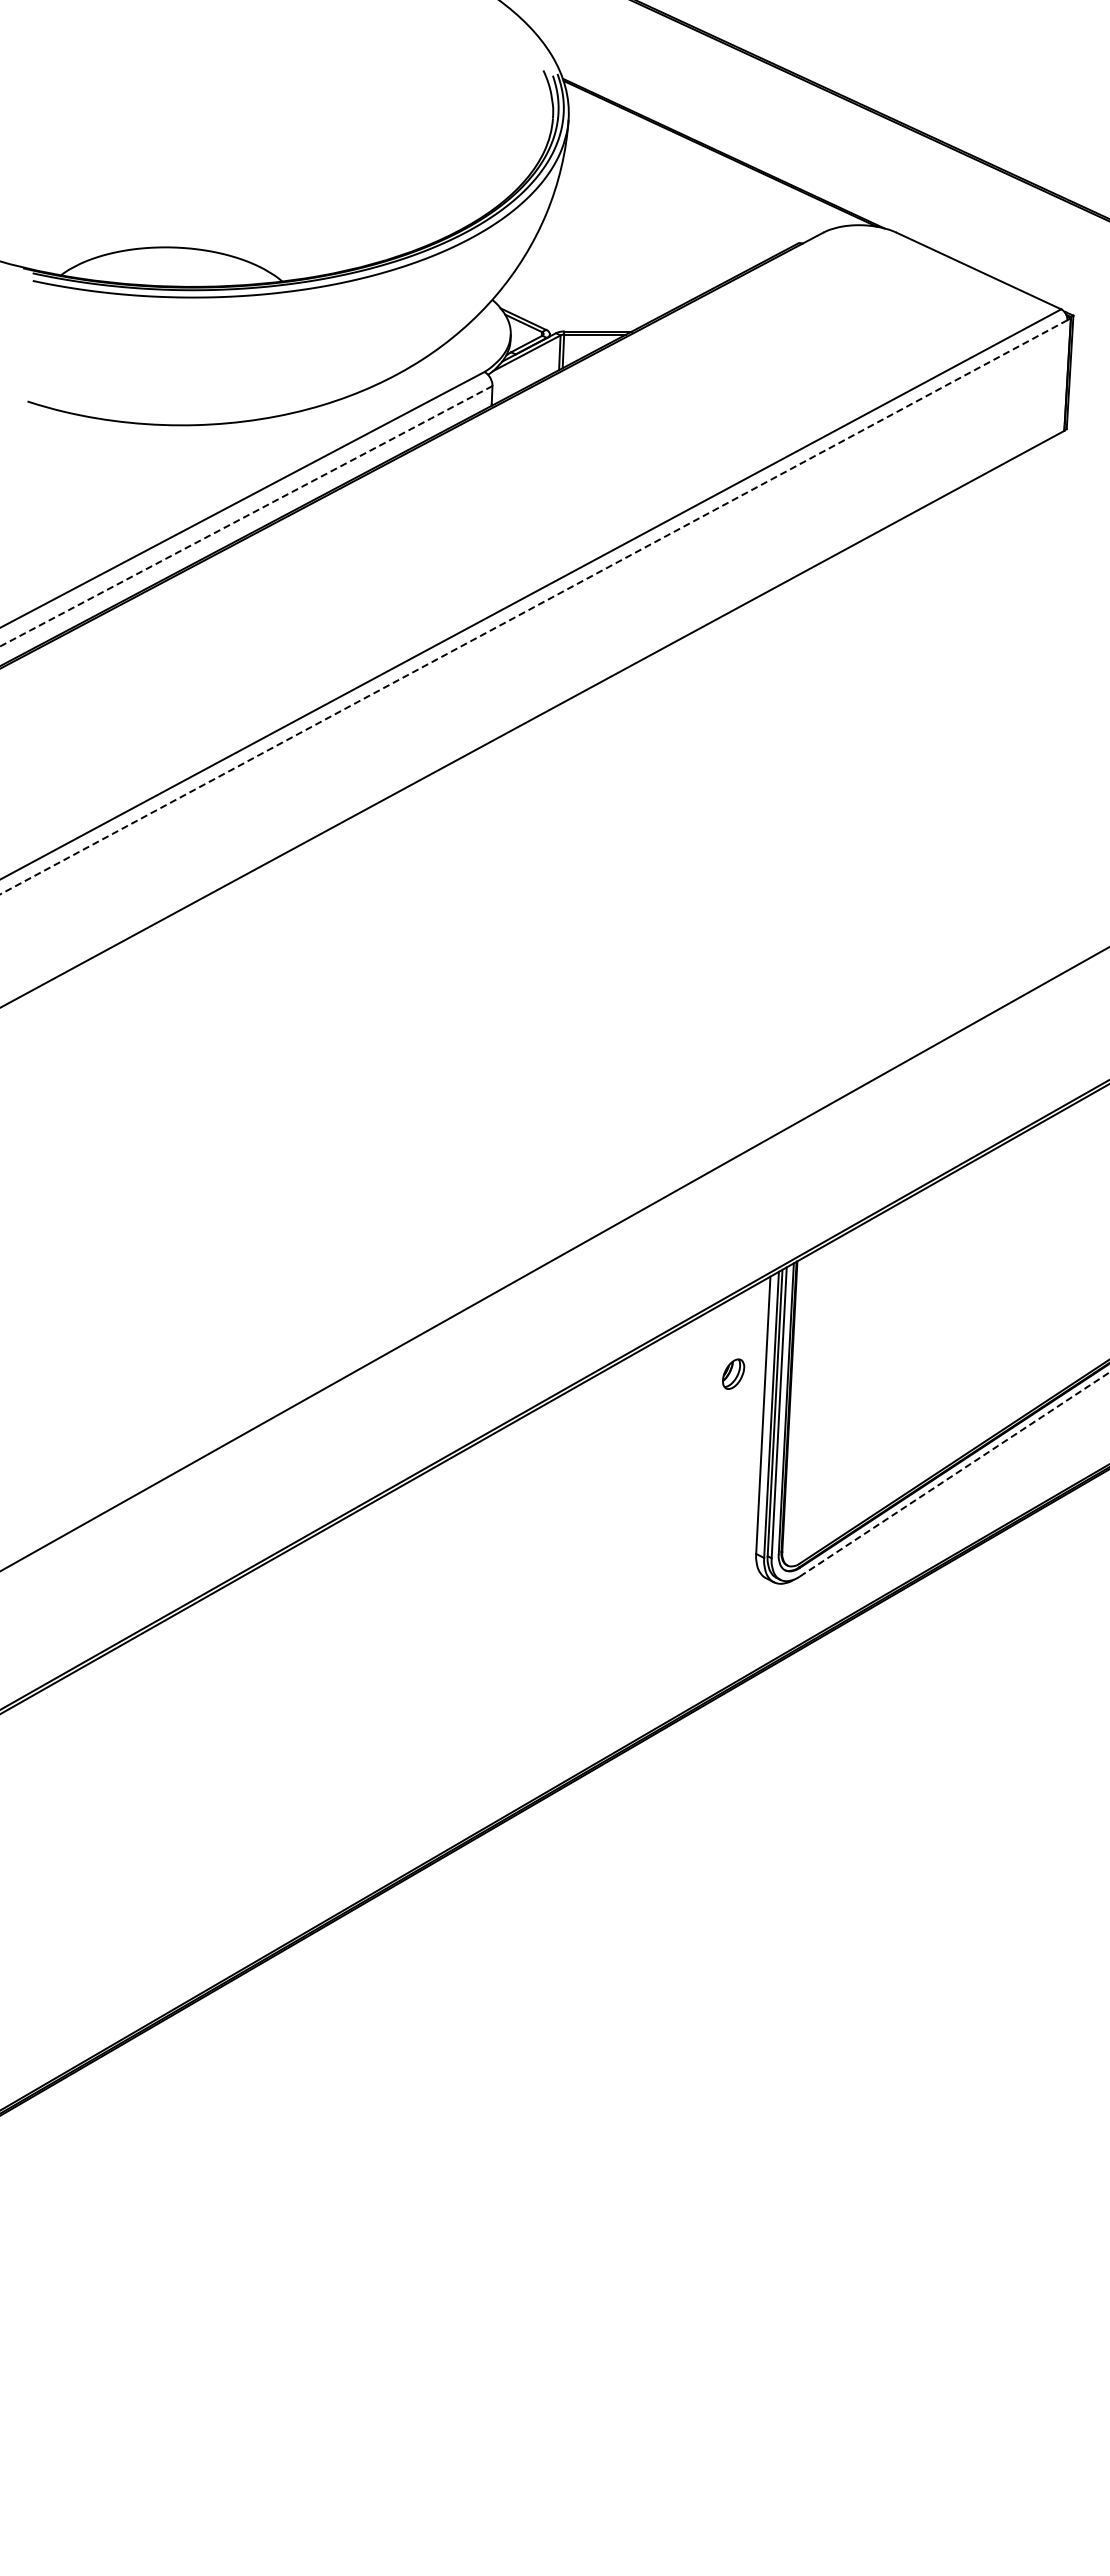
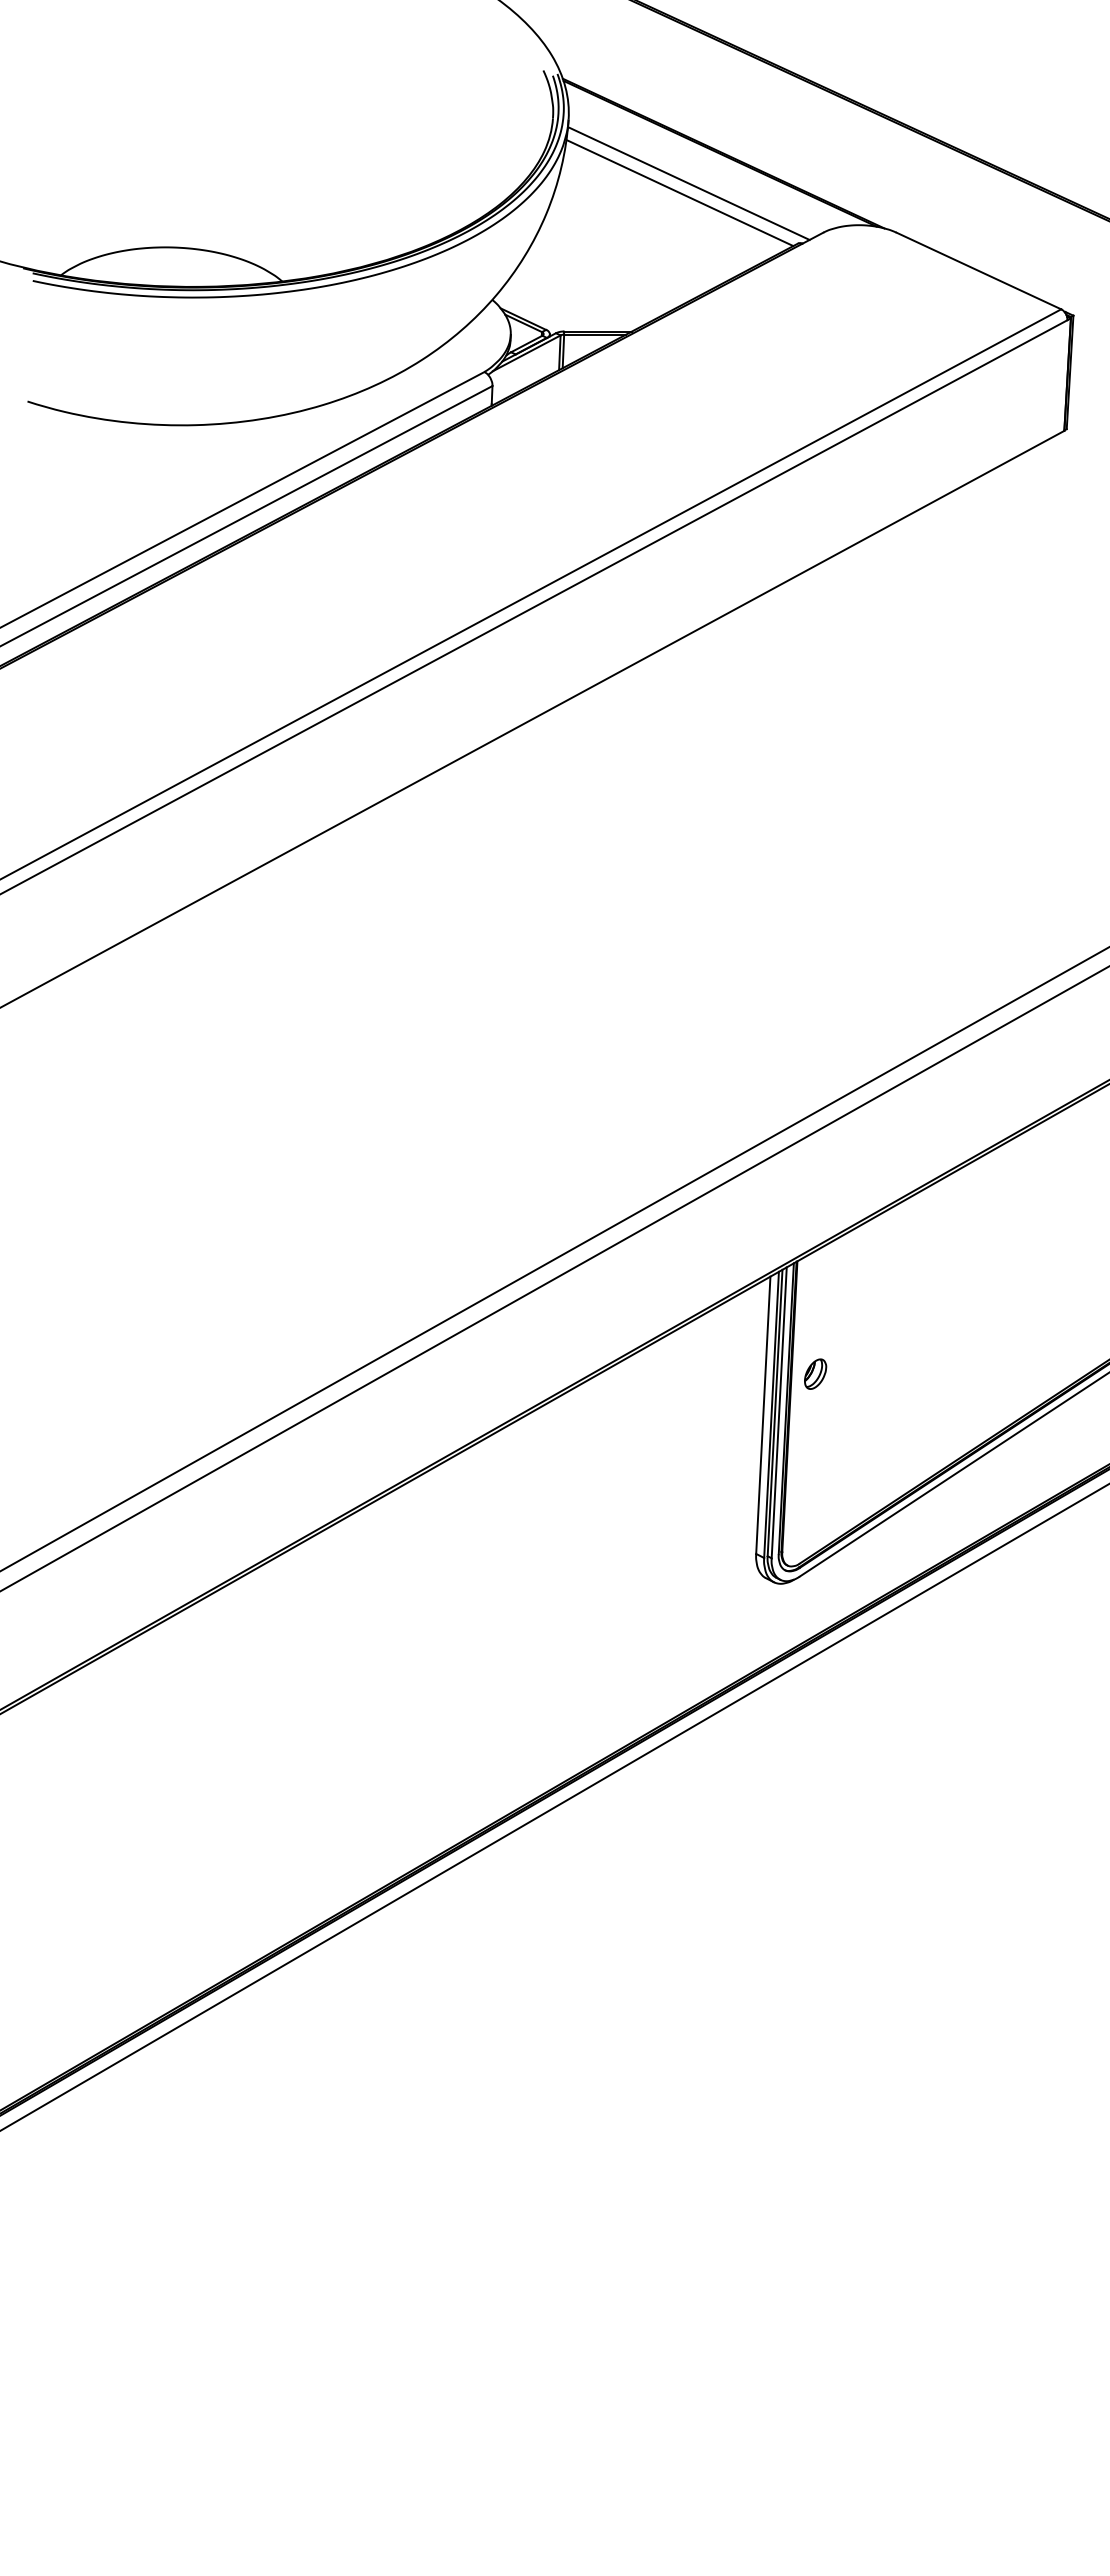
line at (688, 183): none -> present
line at (679, 193): none -> present
line at (246, 516): dashed -> solid
line at (534, 607): dashed -> solid
line at (554, 1278): none -> present
part at (733, 1373) position: (733, 1373) -> (815, 1373)
line at (955, 1474): dashed -> solid
line at (554, 1807): none -> present
